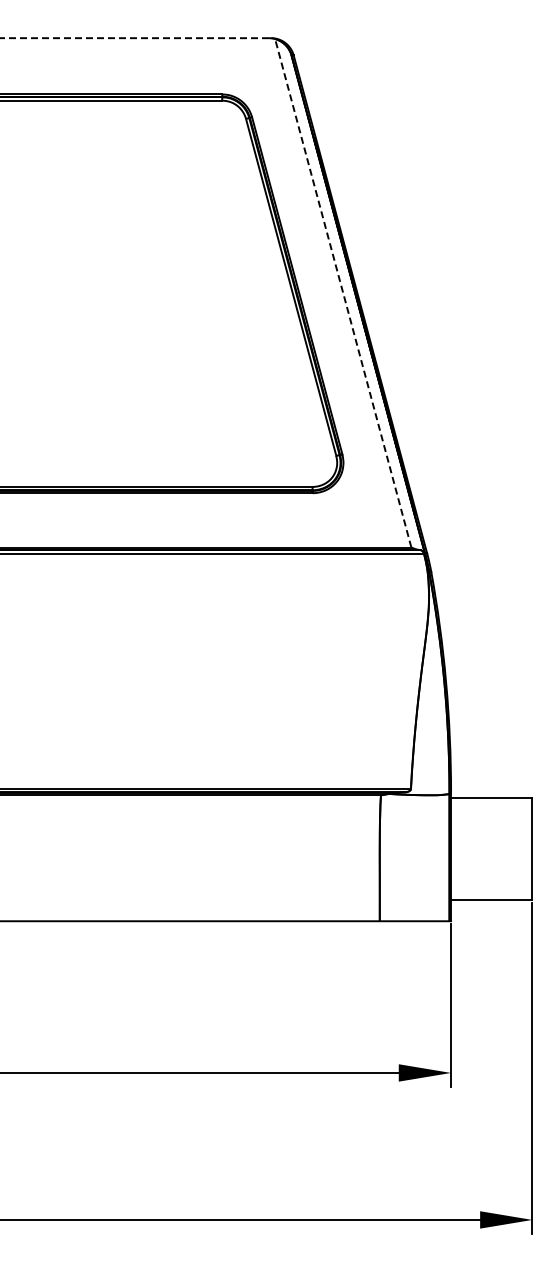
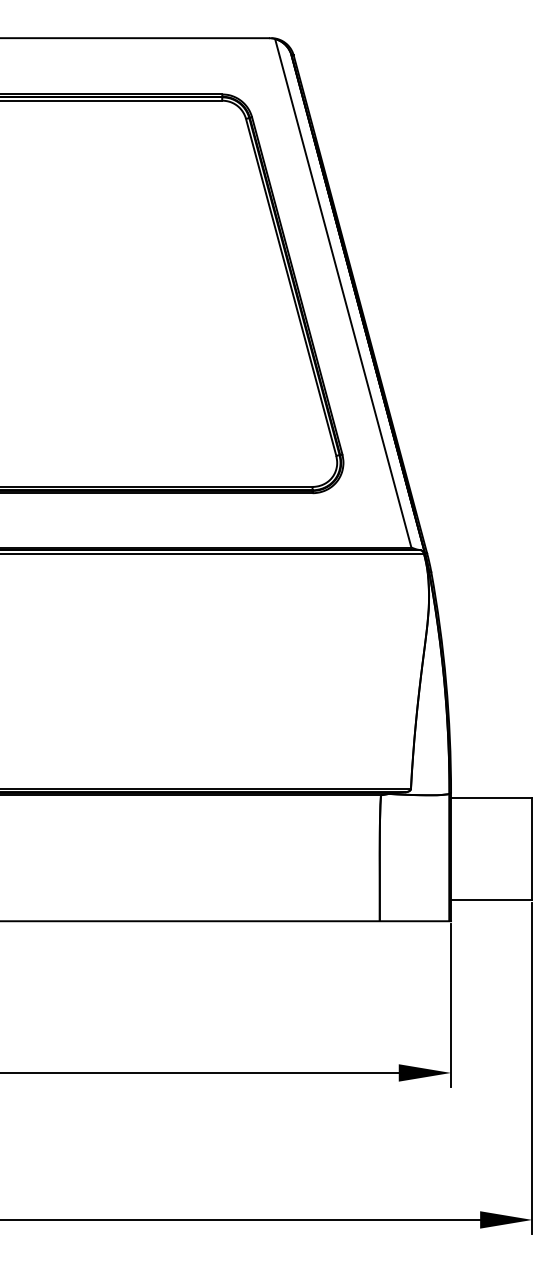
line at (134, 38): dashed -> solid
line at (343, 292): dashed -> solid
